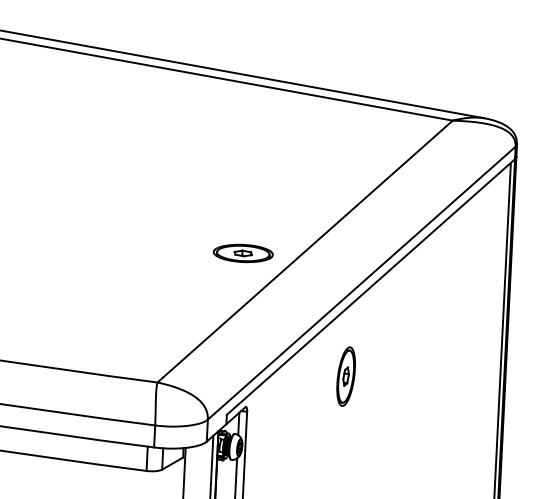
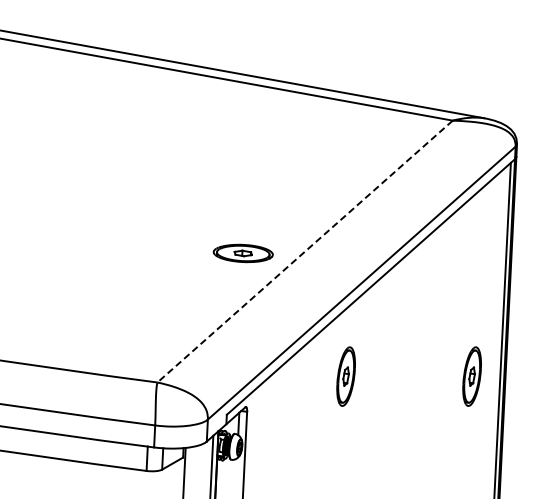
line at (304, 251): solid -> dashed
part at (471, 376): none -> present
line at (236, 476): present -> none
